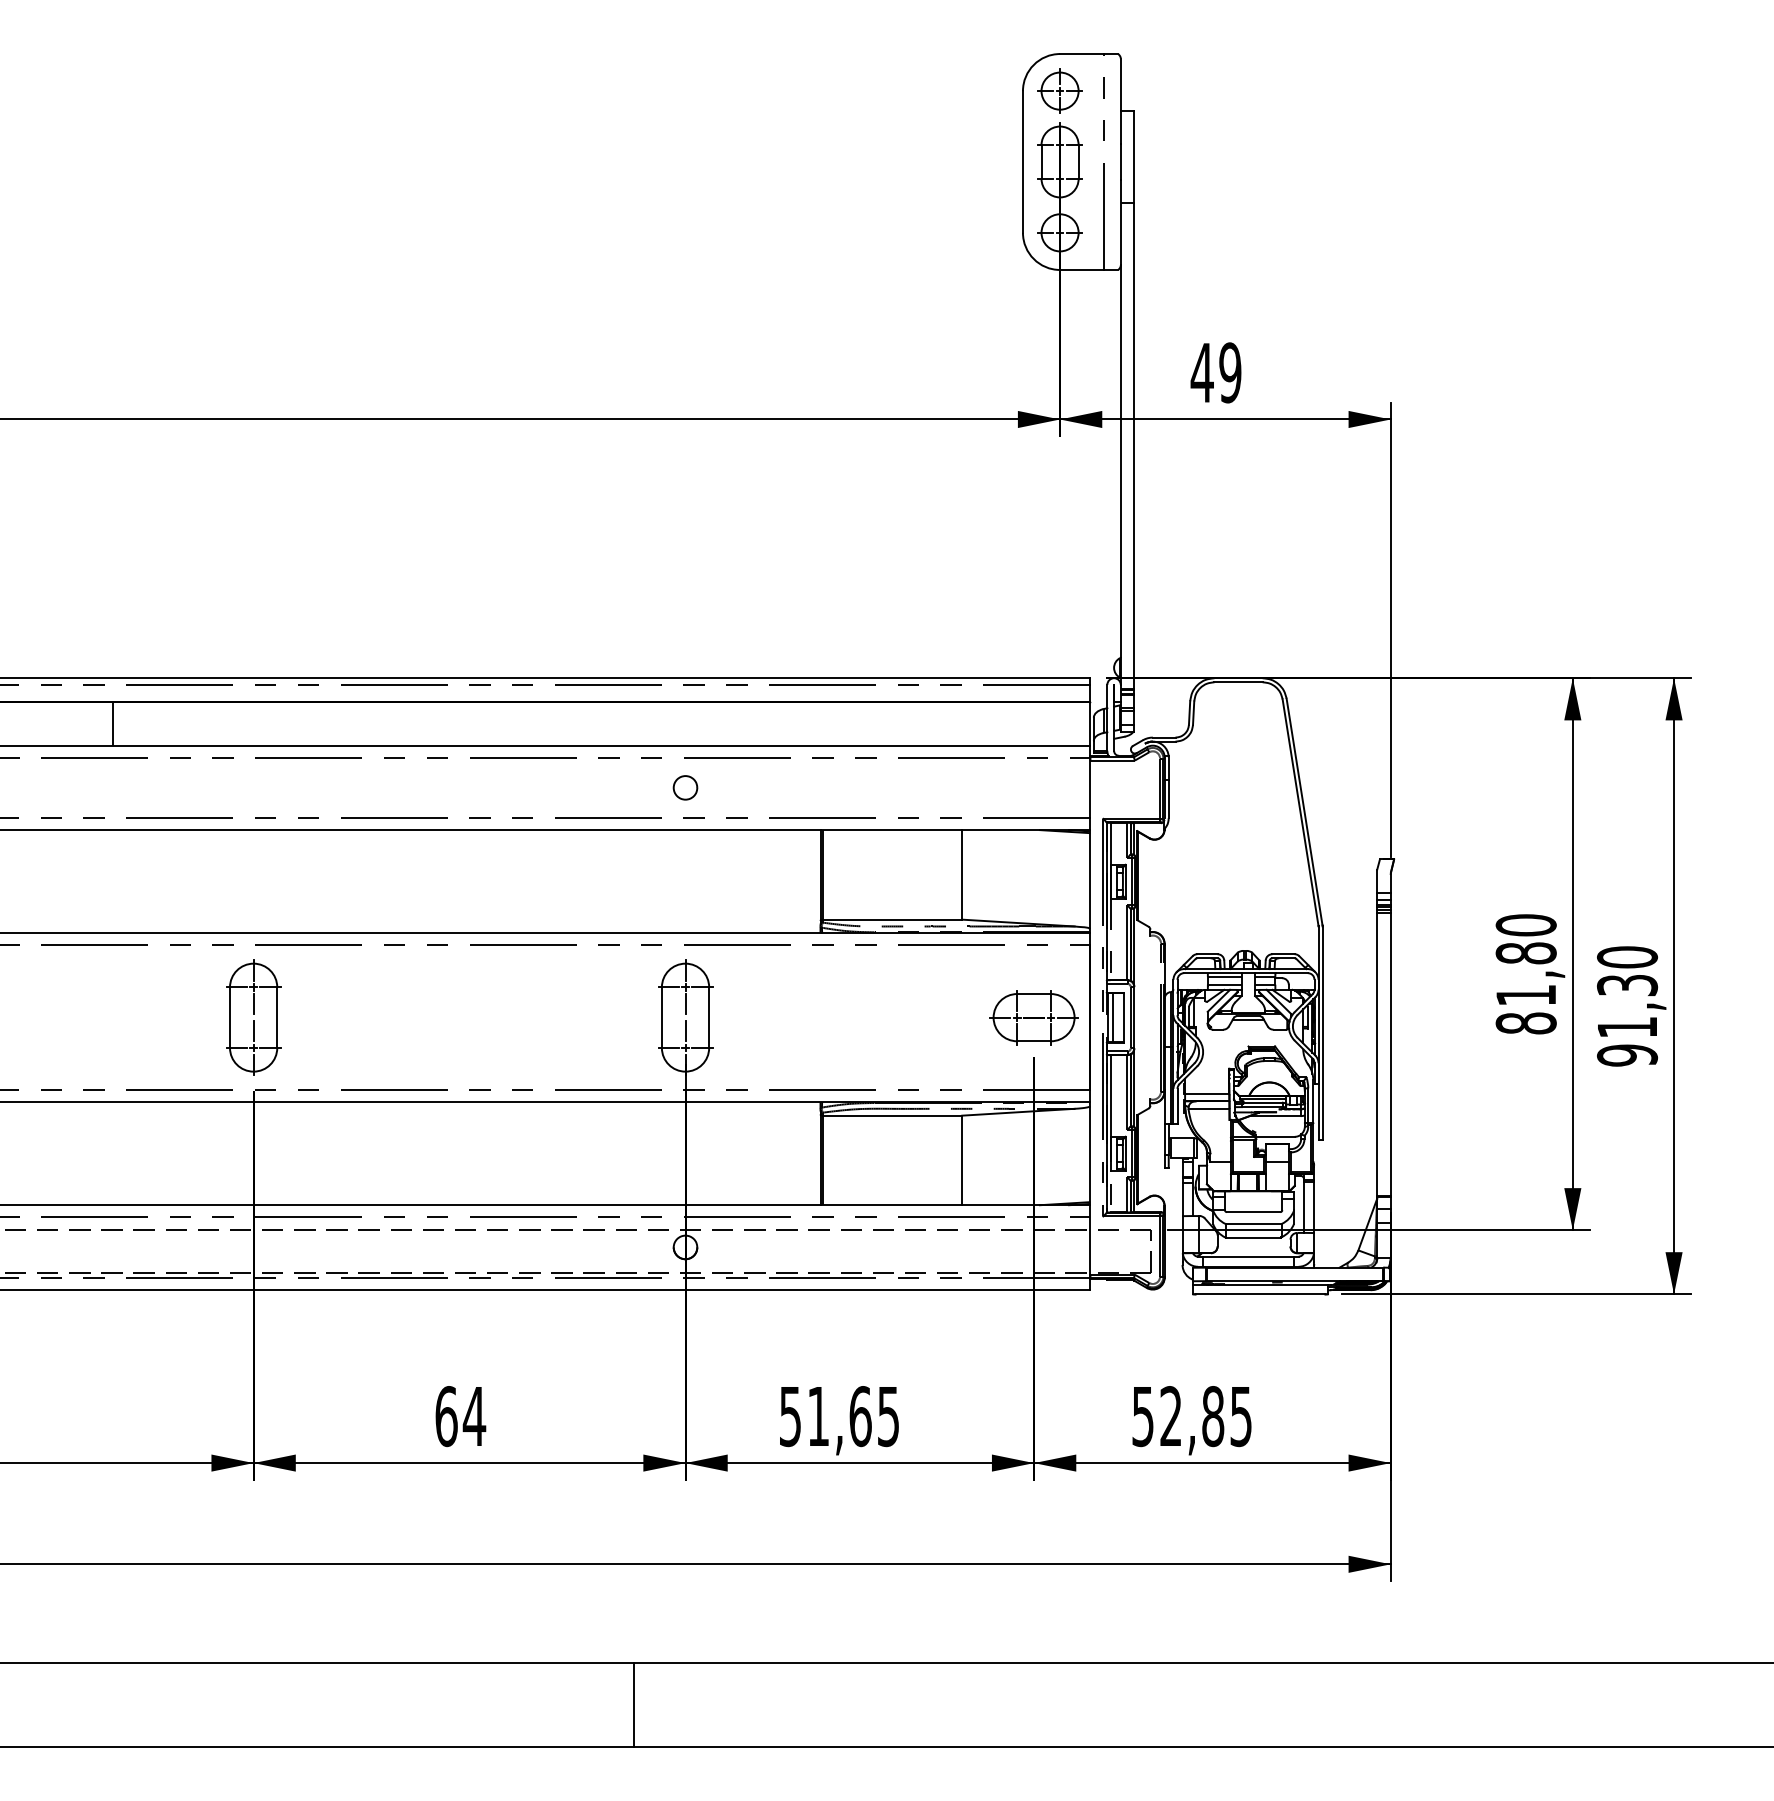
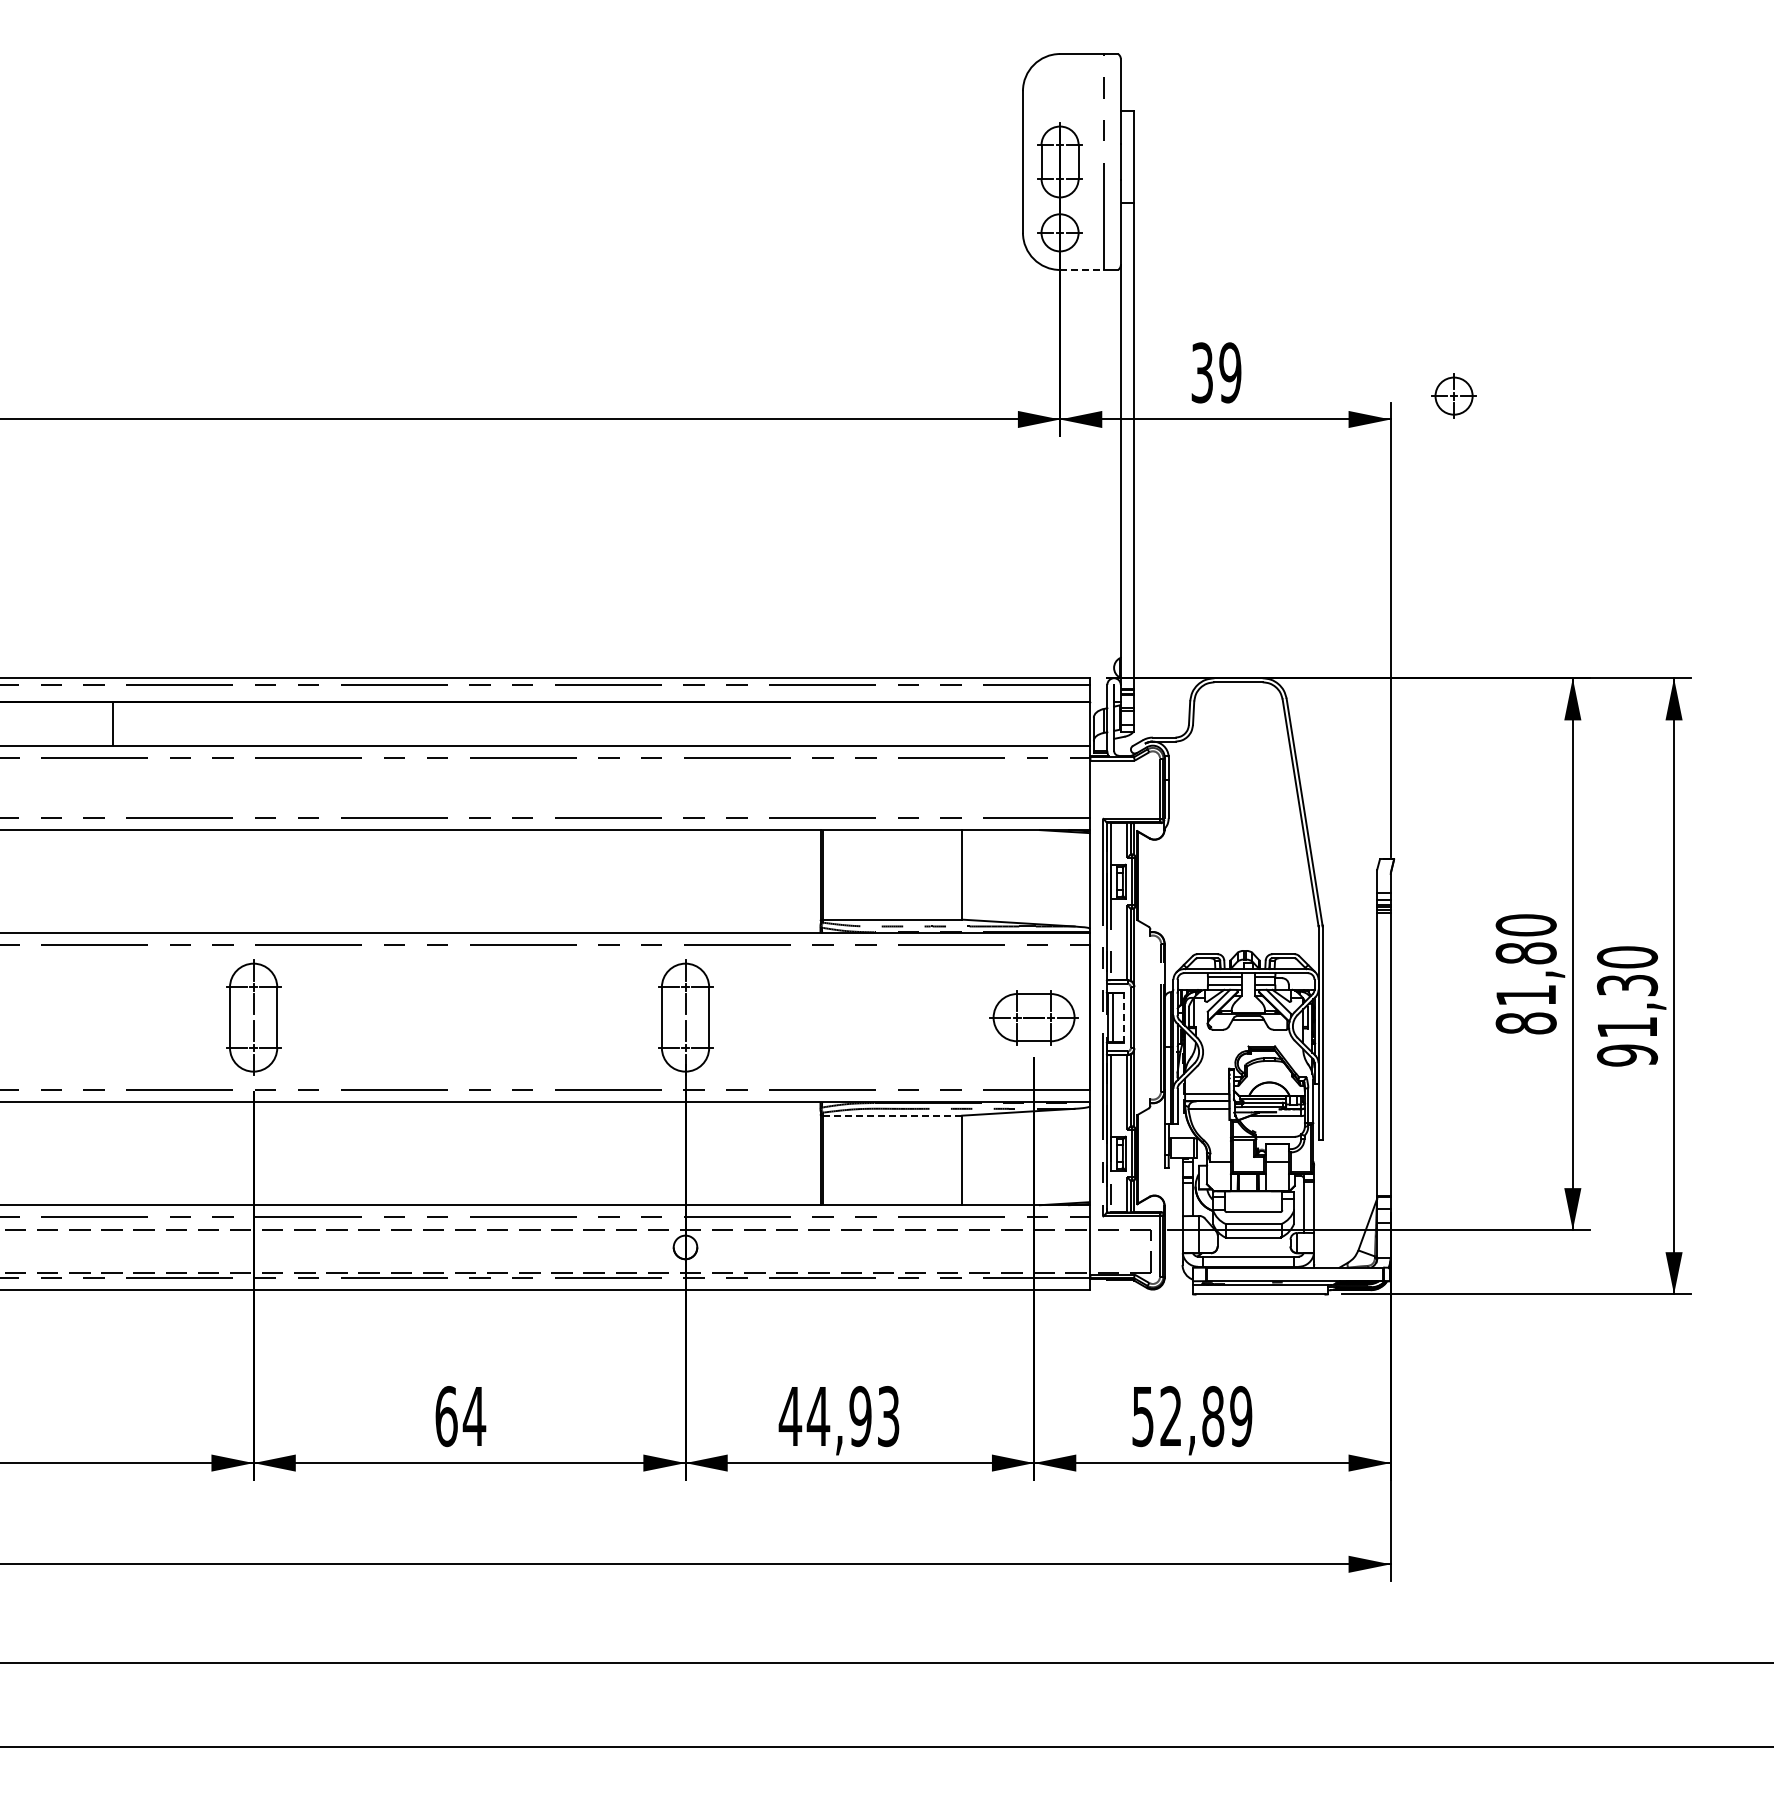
part at (1059, 90) position: (1059, 90) -> (1453, 395)
line at (1082, 269): solid -> dashed
text at (1201, 372): 49 -> 39
part at (685, 787): present -> none
line at (1124, 1017): solid -> dashed
line at (892, 1115): solid -> dashed
text at (838, 1416): 51,65 -> 44,93
text at (1241, 1416): 52,85 -> 52,89
line at (633, 1704): present -> none
